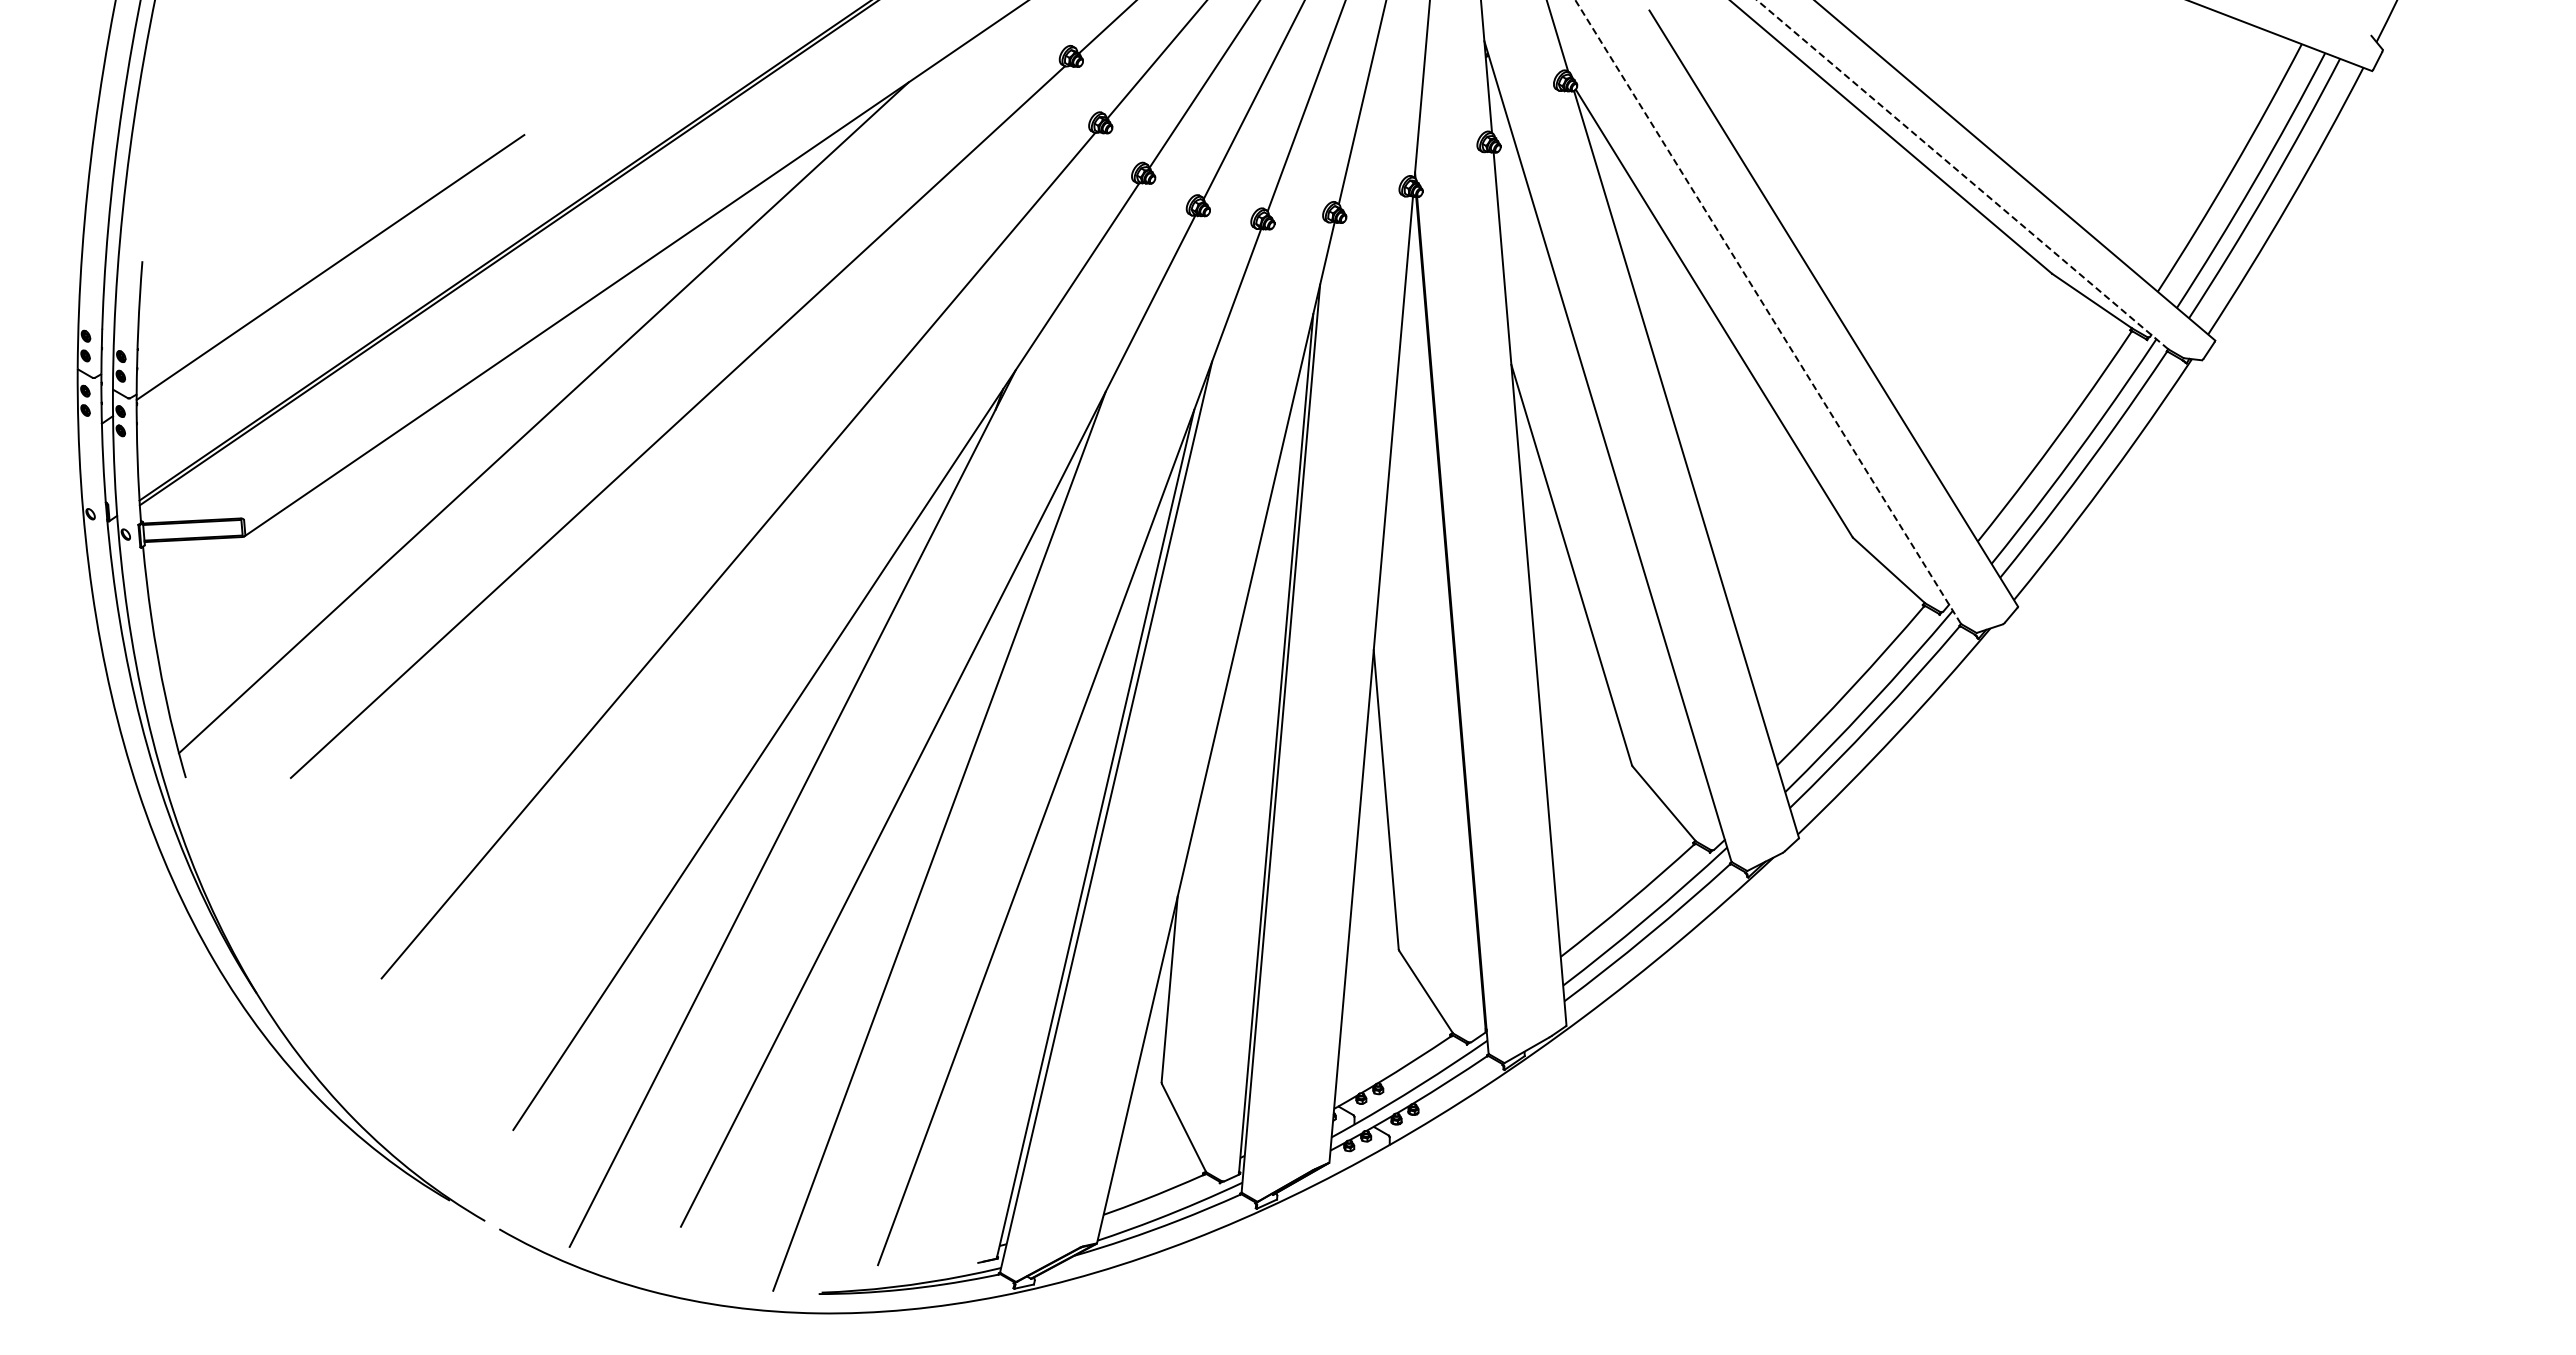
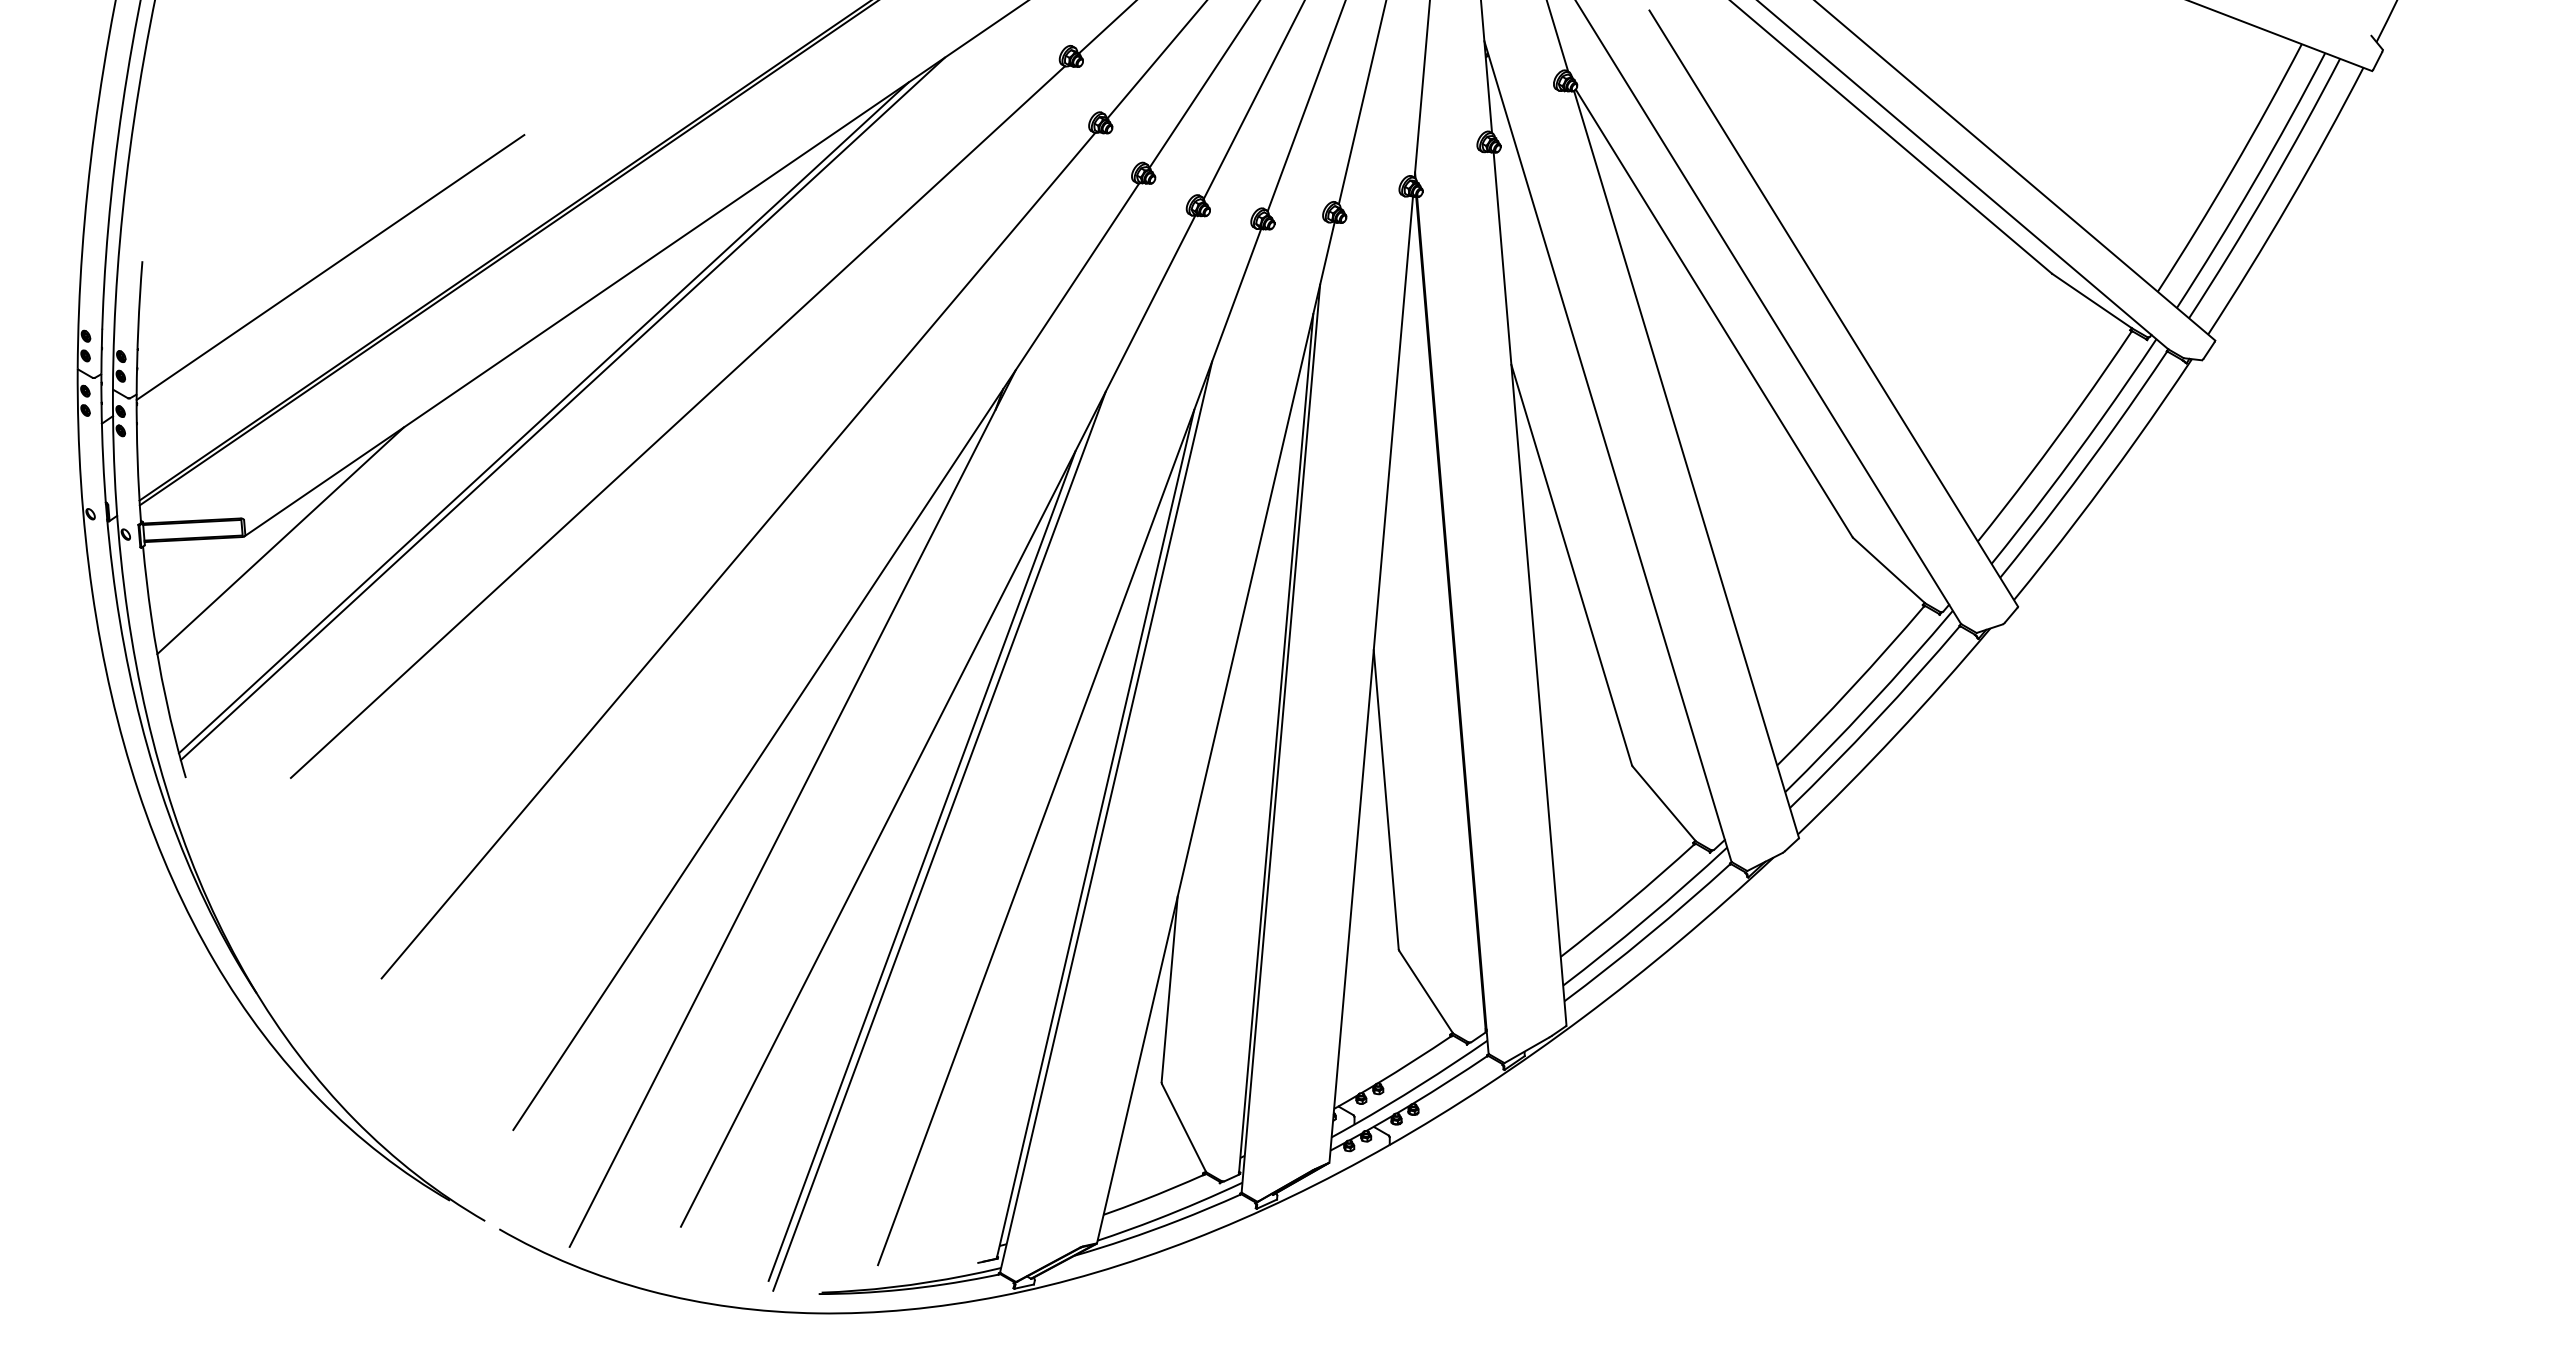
line at (1962, 174): dashed -> solid
line at (1768, 311): dashed -> solid
line at (562, 408): none -> present
line at (280, 540): none -> present
line at (921, 865): none -> present
